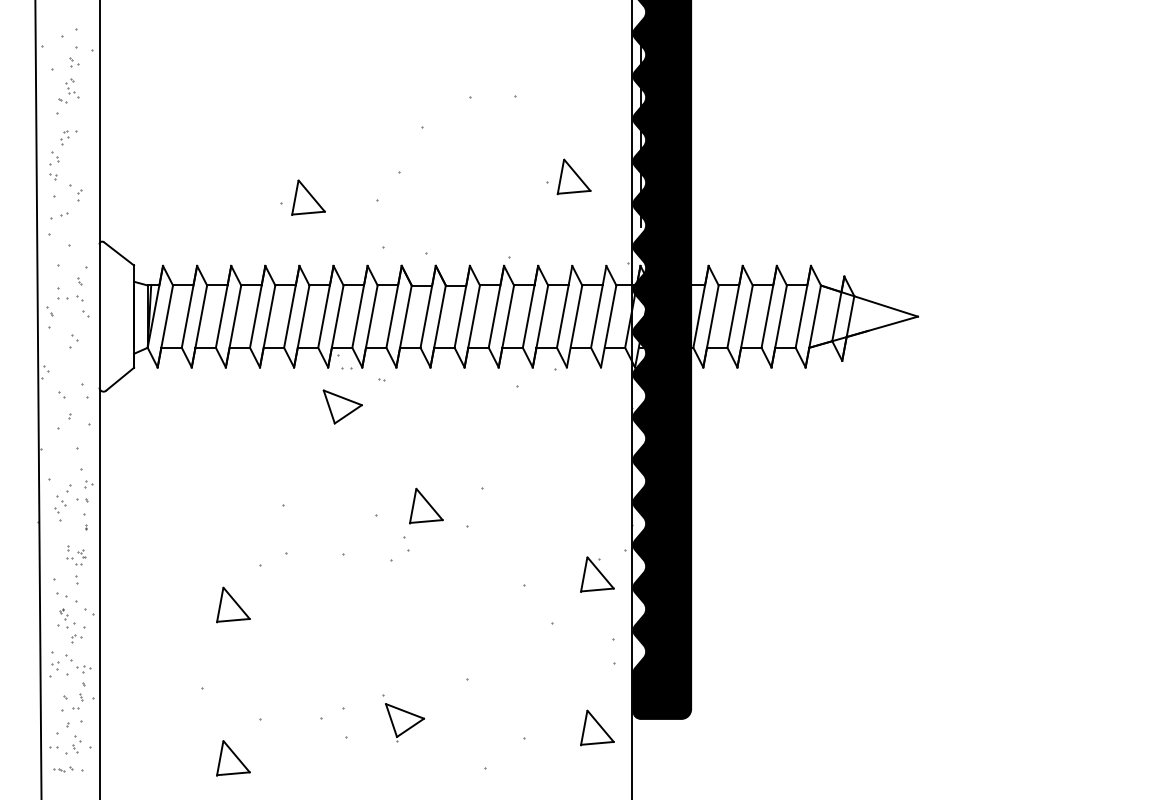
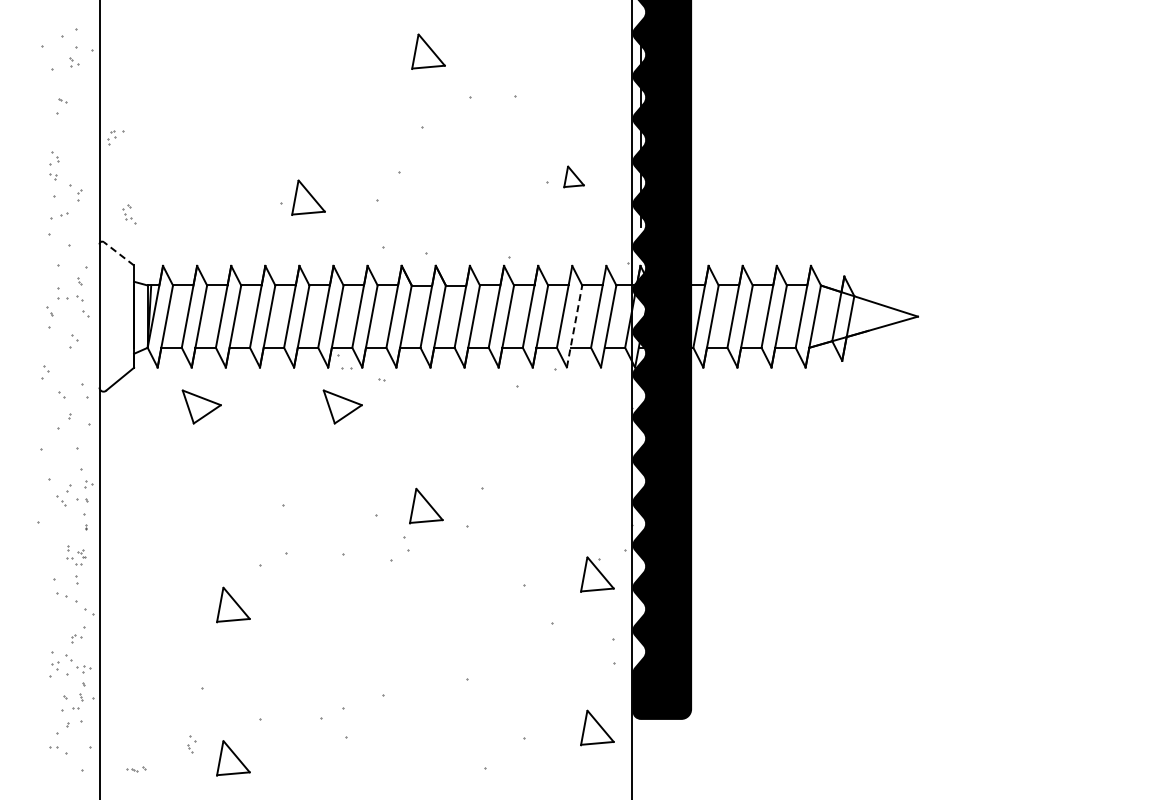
part at (428, 51): none -> present
part at (72, 88) position: (72, 88) -> (129, 214)
part at (68, 137) position: (68, 137) -> (115, 137)
part at (573, 176) size: 36x38 px -> 22x24 px
line at (119, 253): solid -> dashed
line at (574, 326): solid -> dashed
line at (38, 399): present -> none
part at (201, 406): none -> present
part at (57, 514): present -> none
part at (66, 618): present -> none
part at (405, 722): present -> none
part at (76, 744) position: (76, 744) -> (191, 744)
part at (63, 769) position: (63, 769) -> (136, 769)
